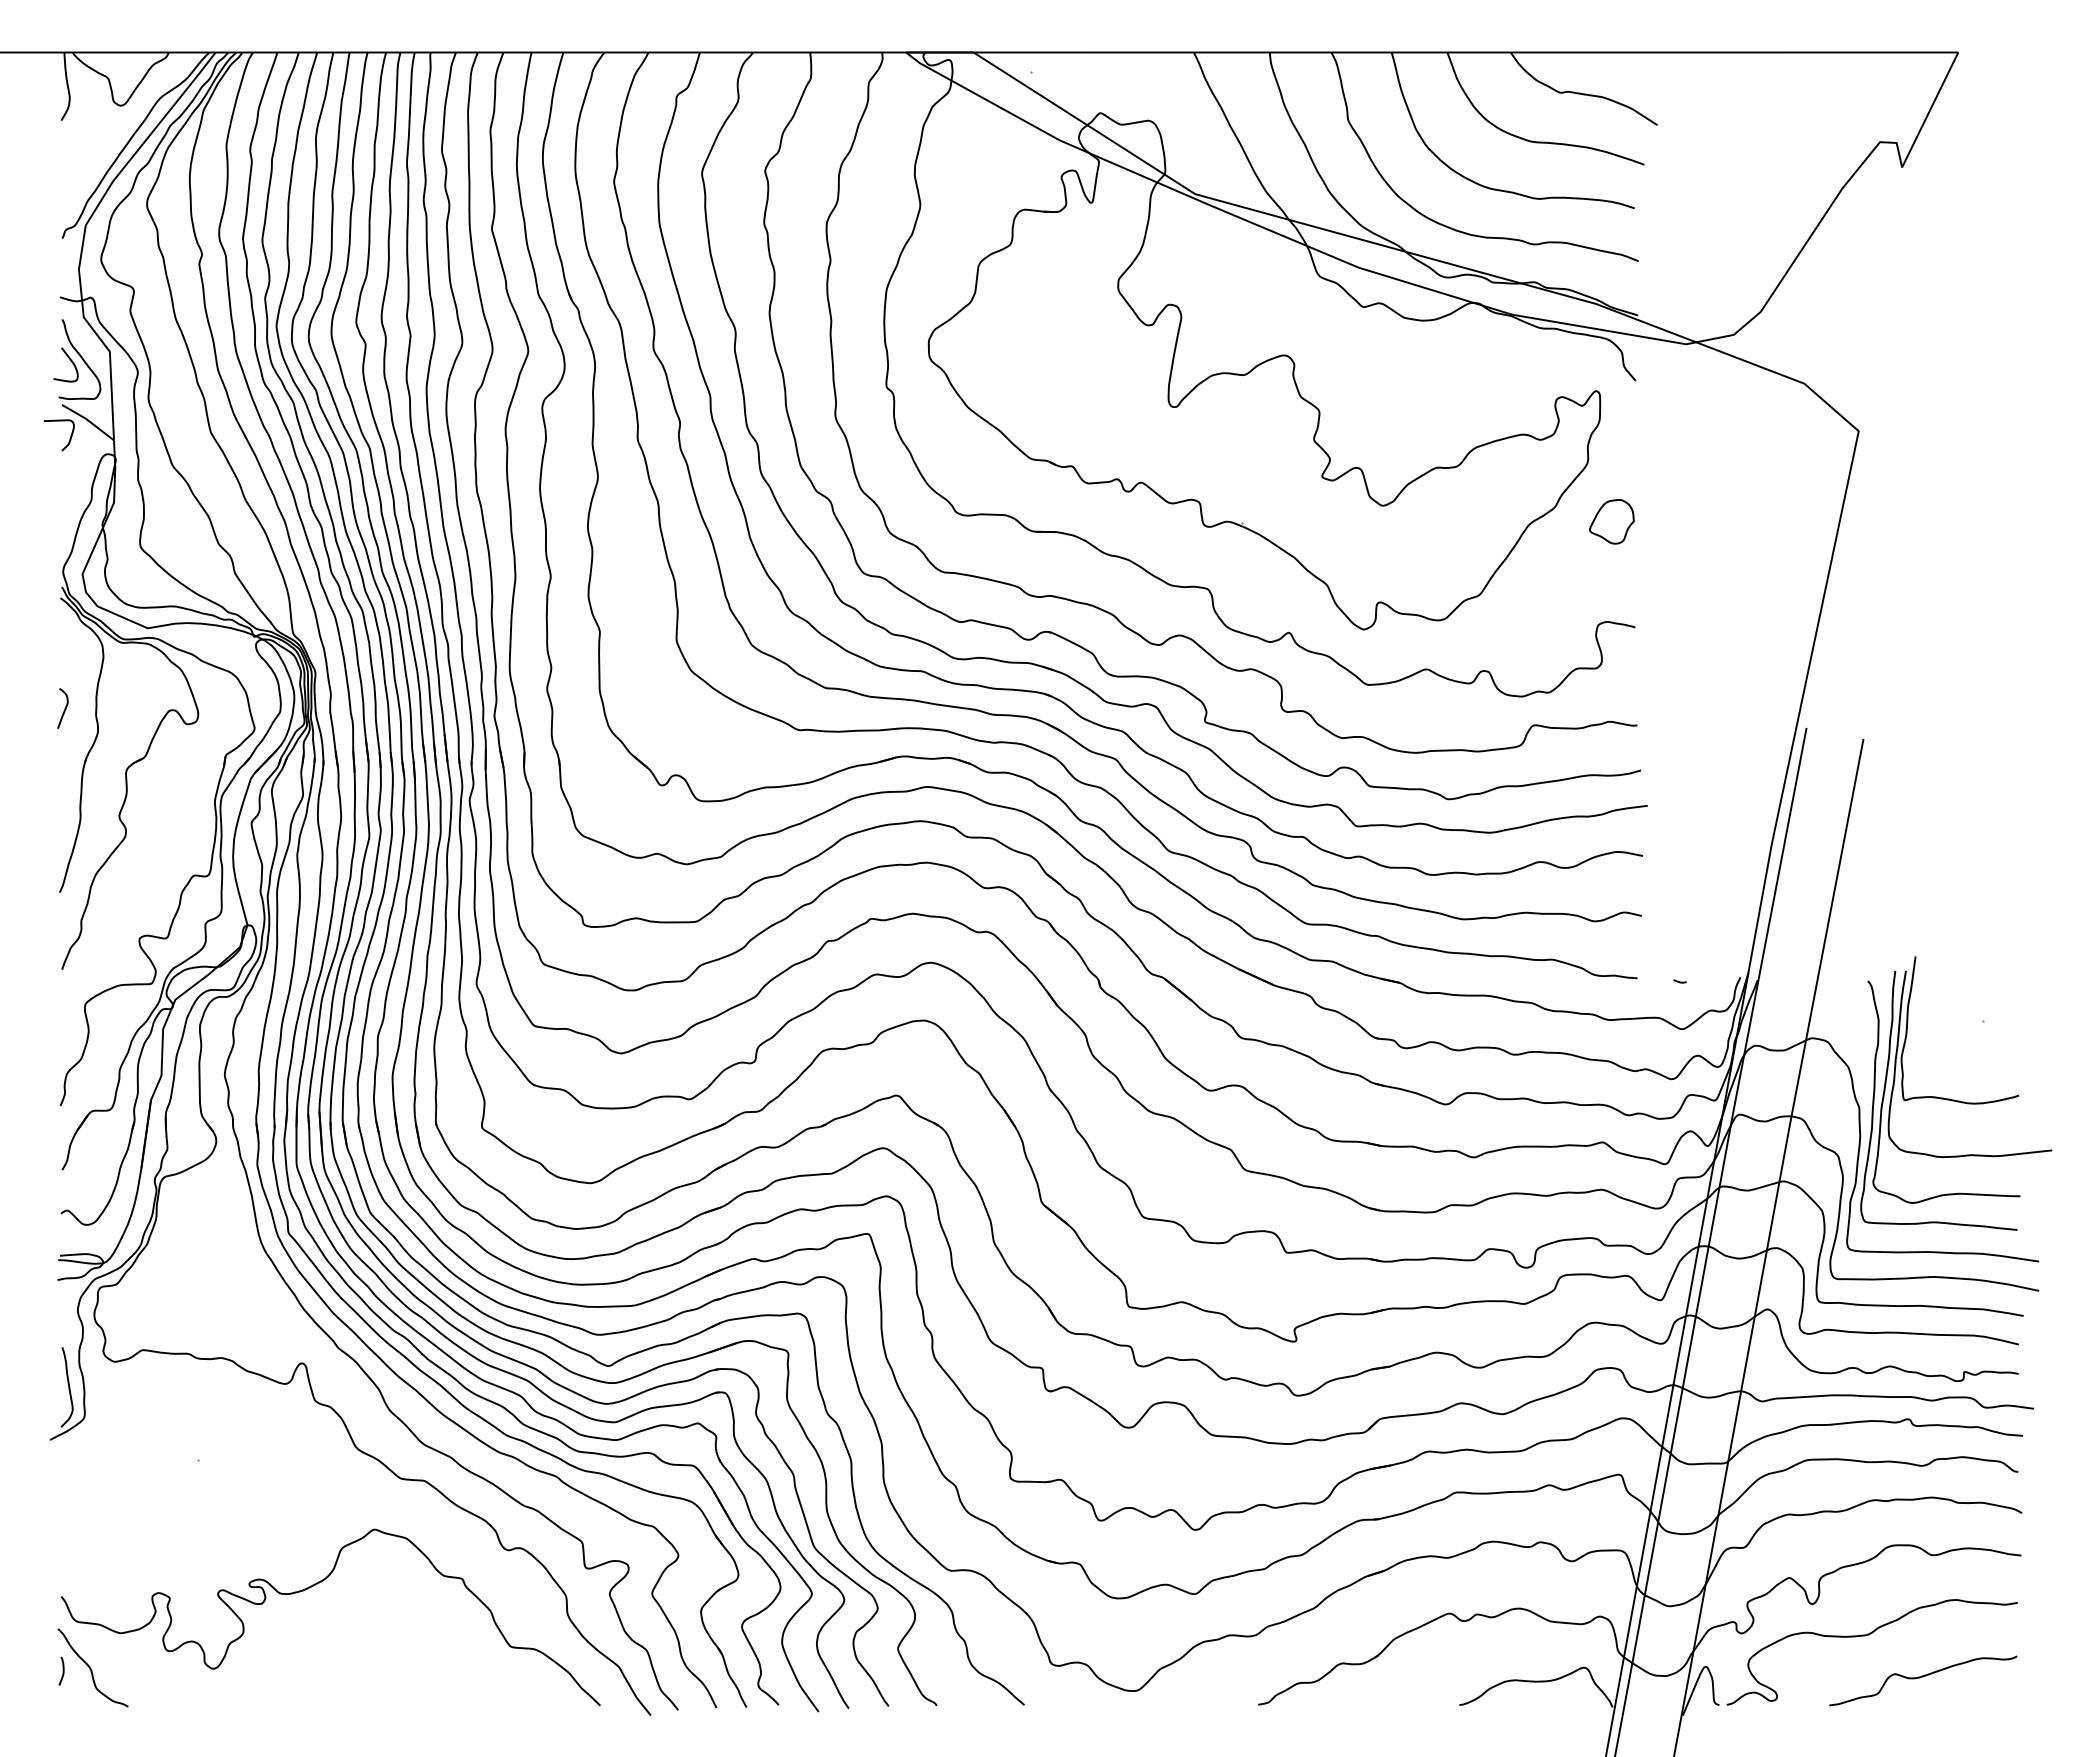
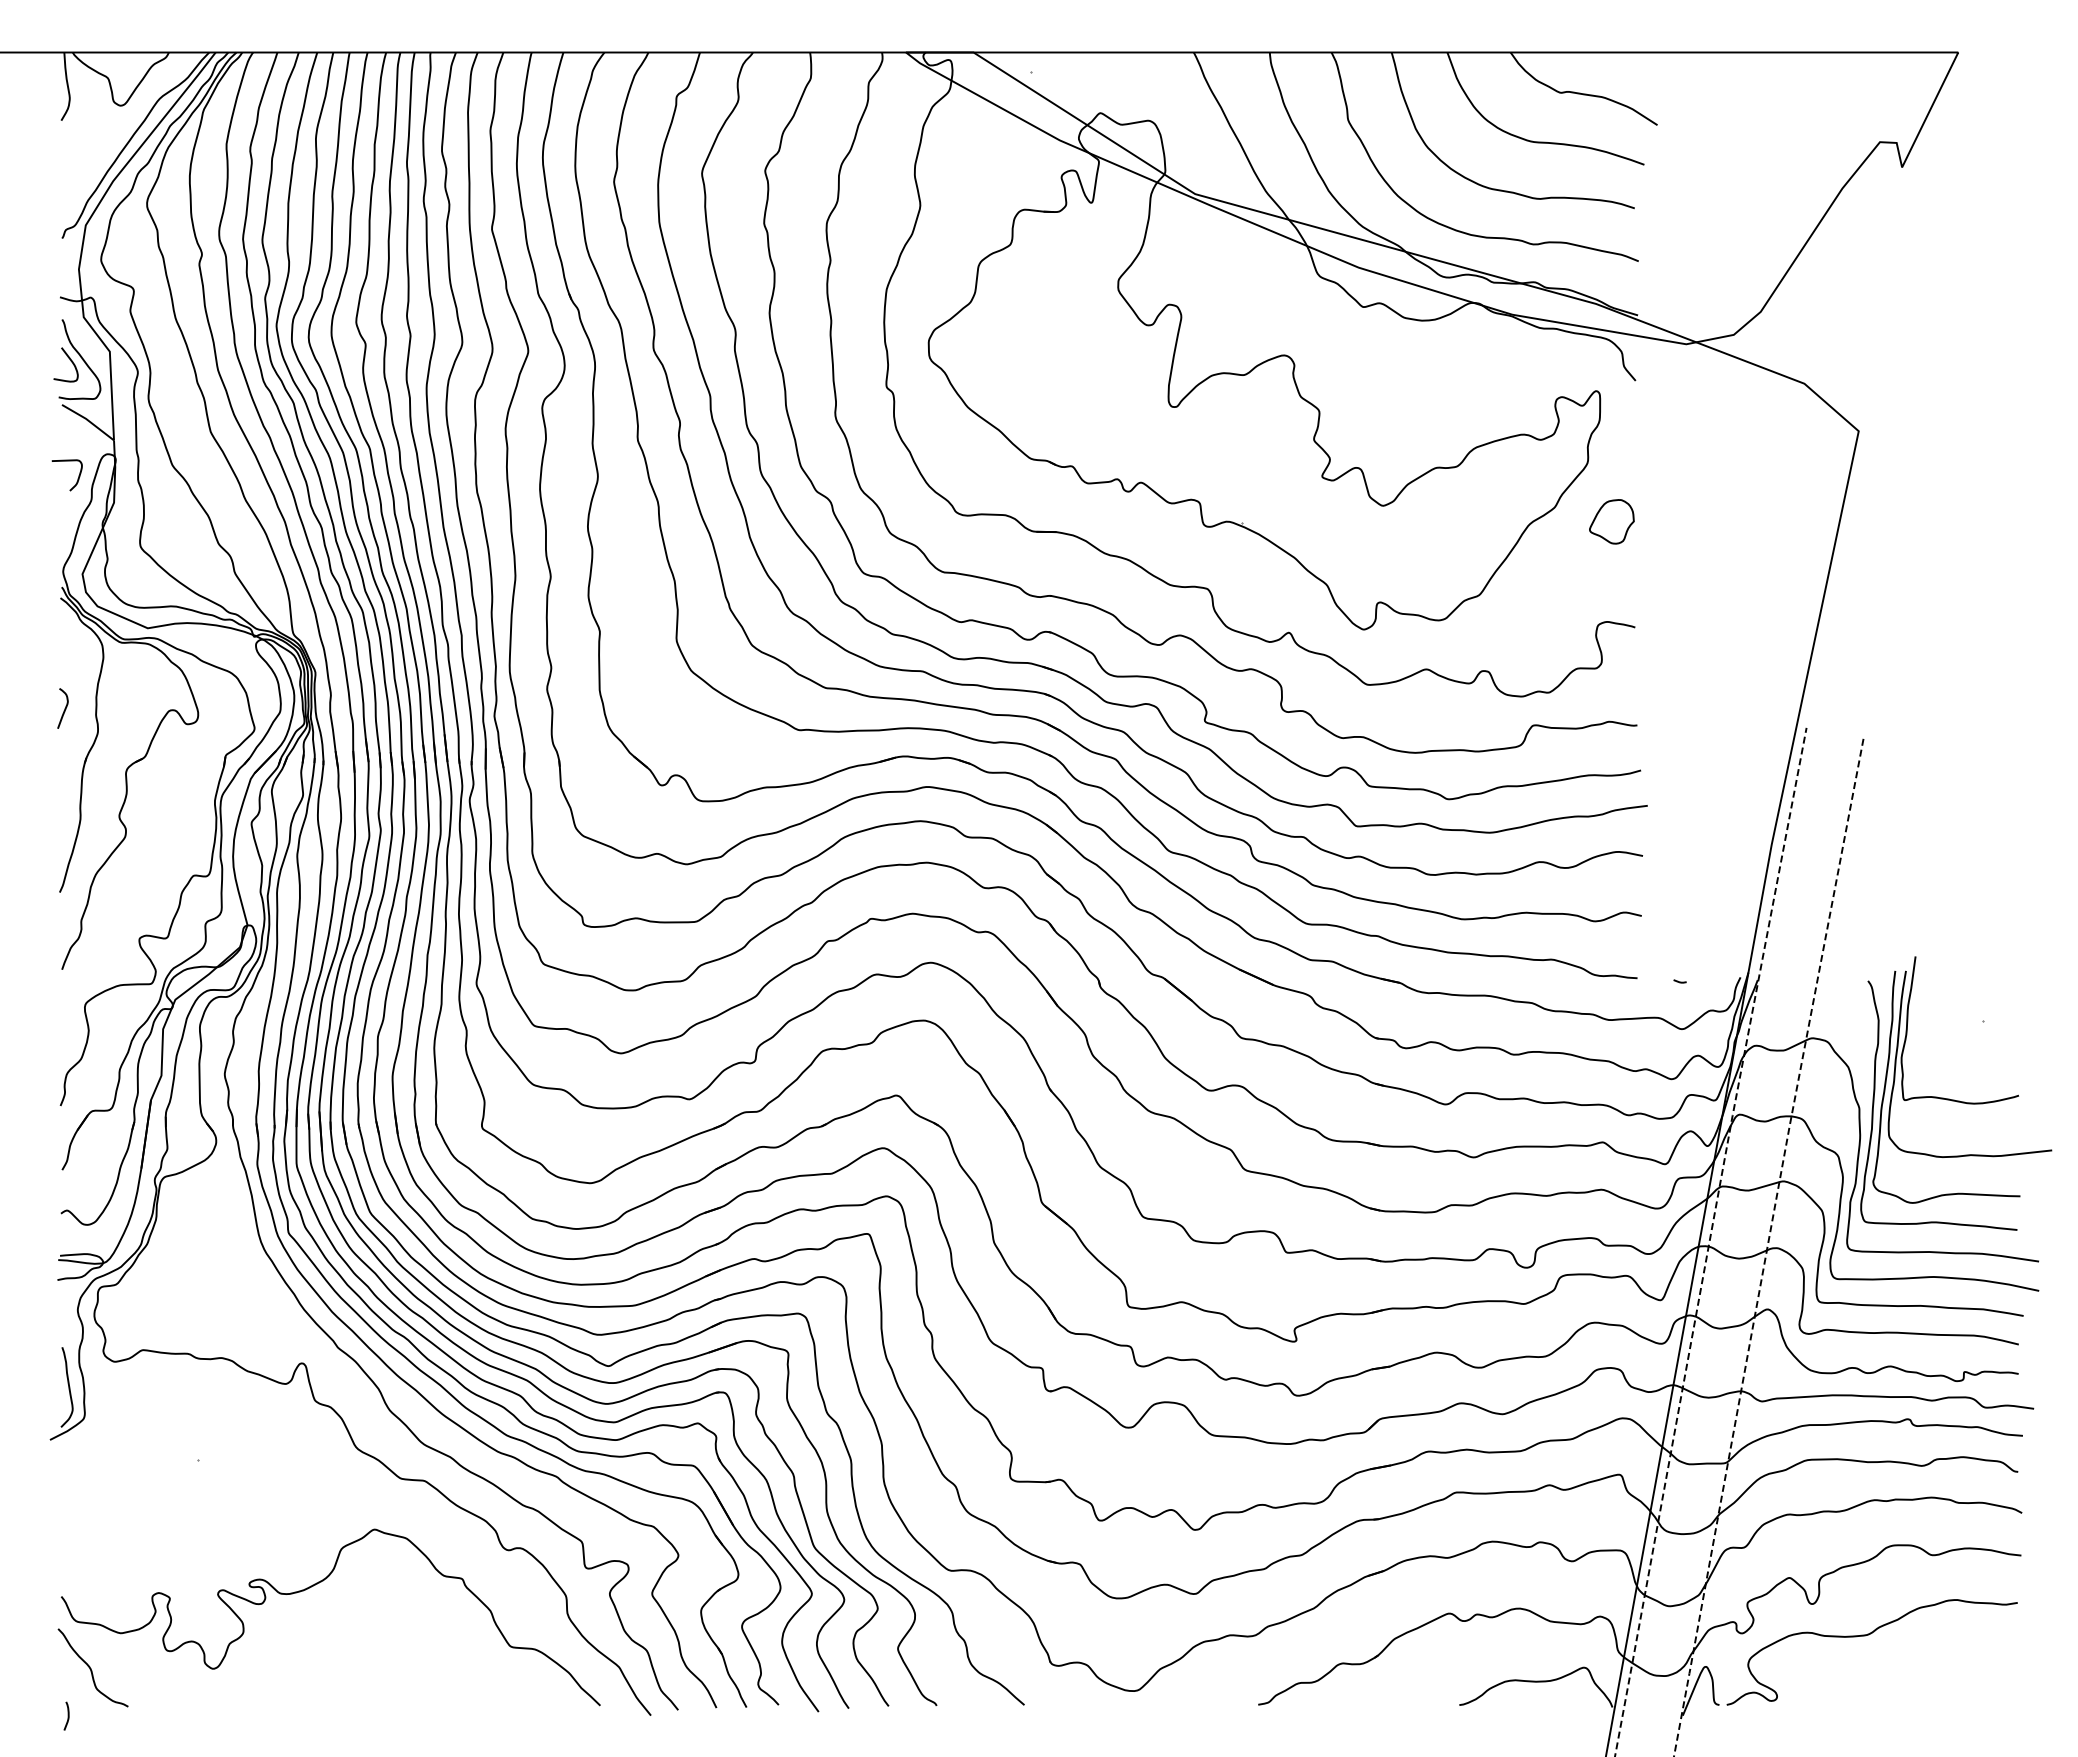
curve at (69, 438) position: (69, 438) -> (77, 478)
line at (1709, 1241): solid -> dashed
line at (1767, 1247): solid -> dashed
curve at (62, 1670) position: (62, 1670) -> (67, 1715)
curve at (1923, 1677): present -> none
